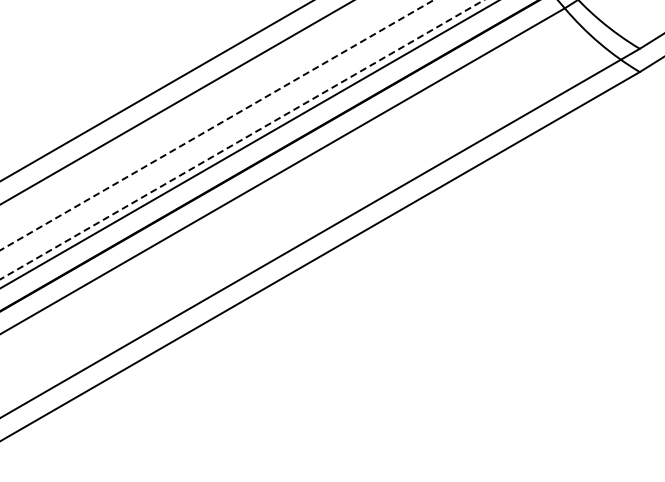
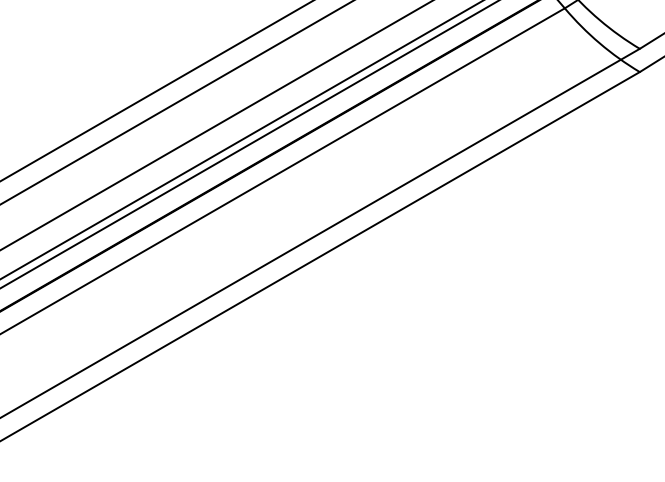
line at (217, 125): dashed -> solid
line at (242, 139): dashed -> solid
